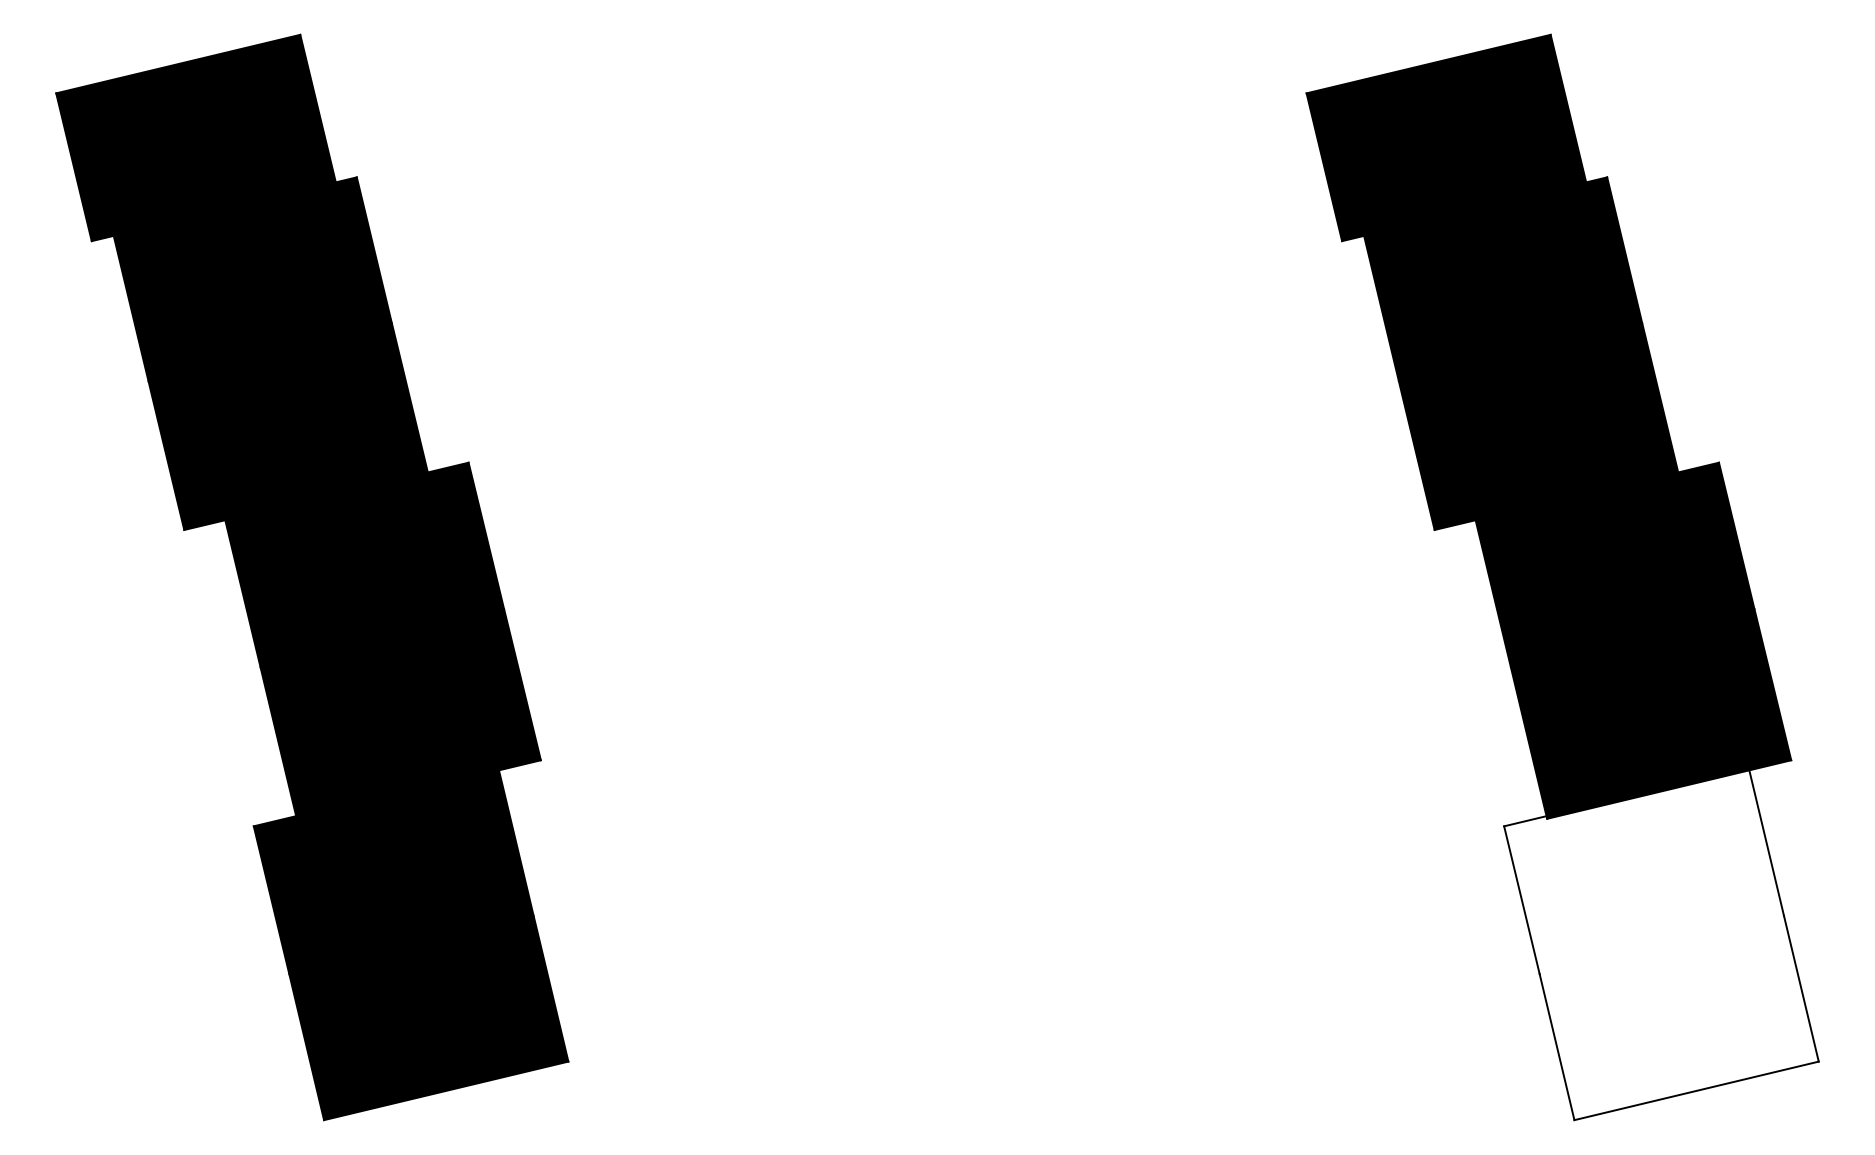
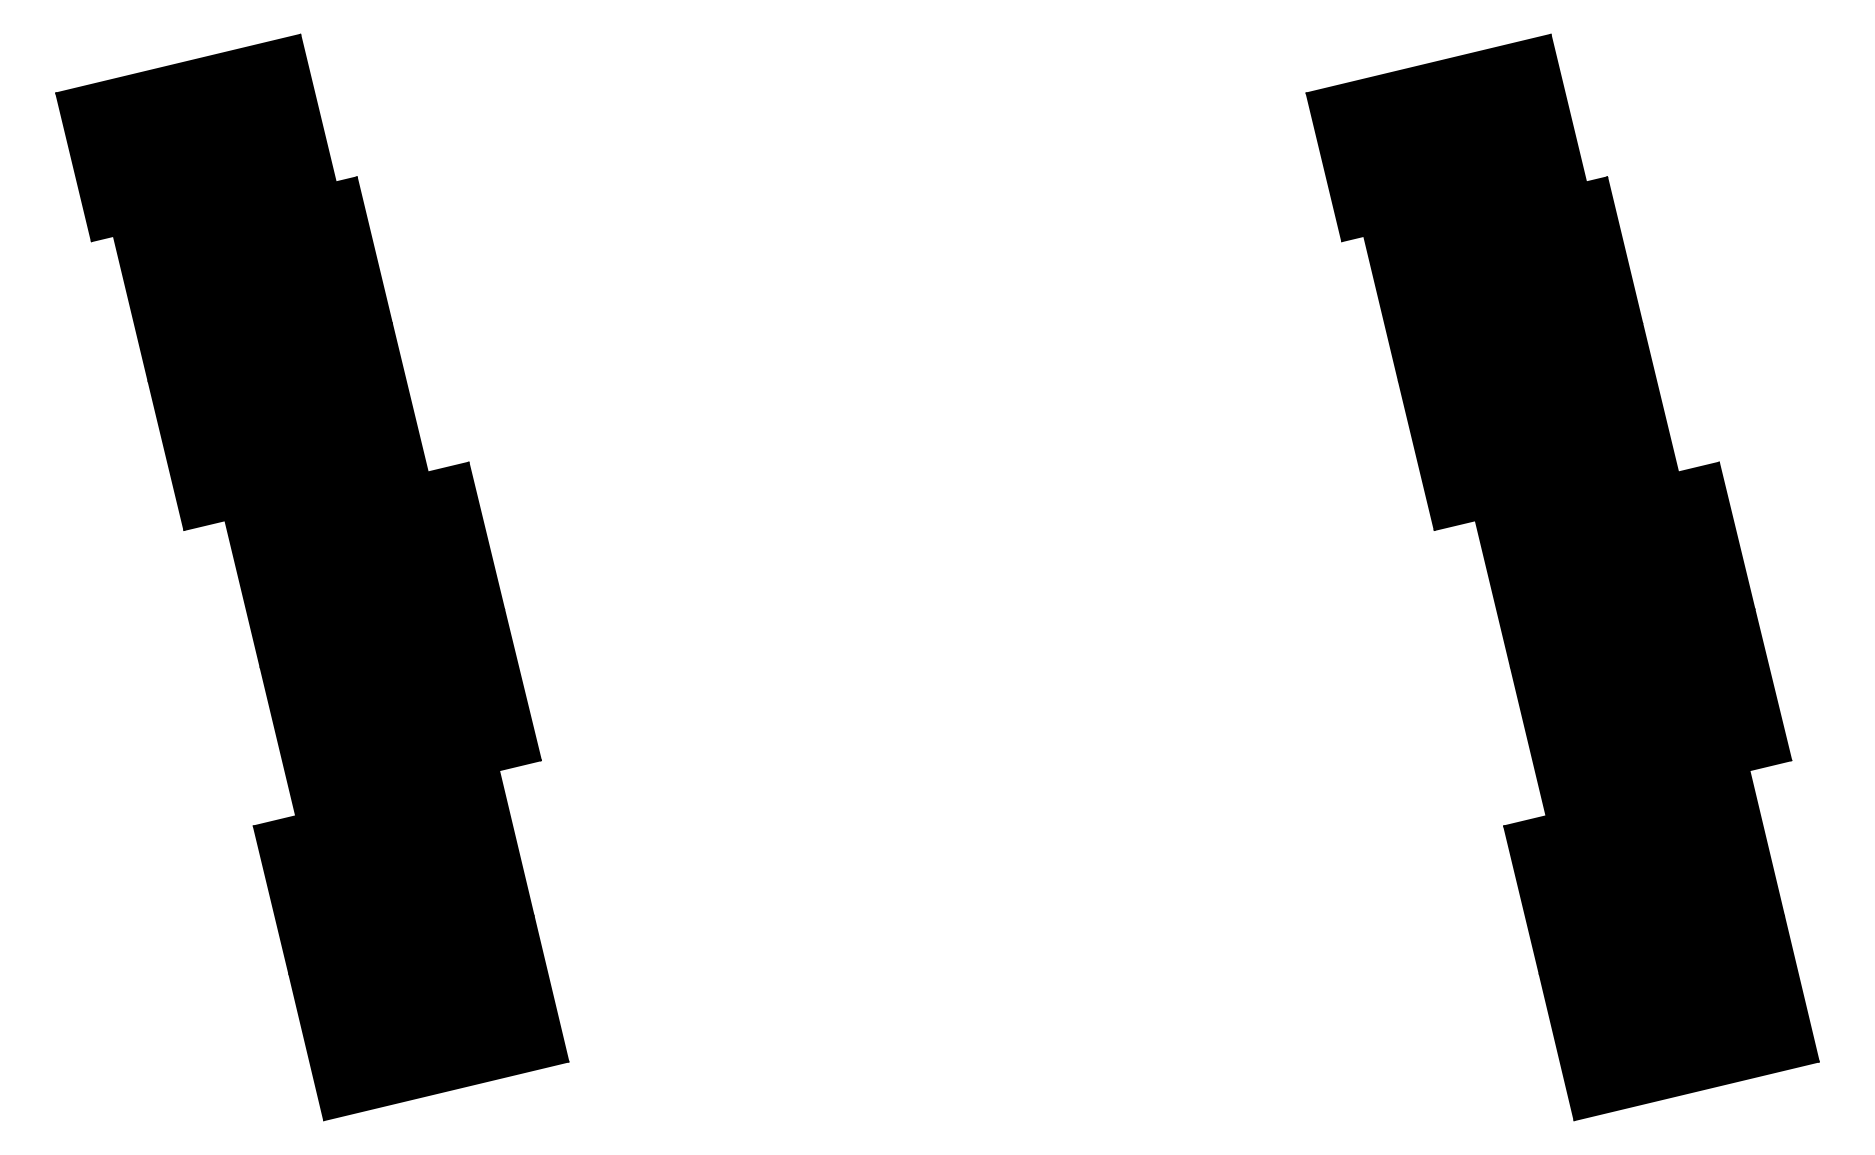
fill at (1661, 945): none -> present
